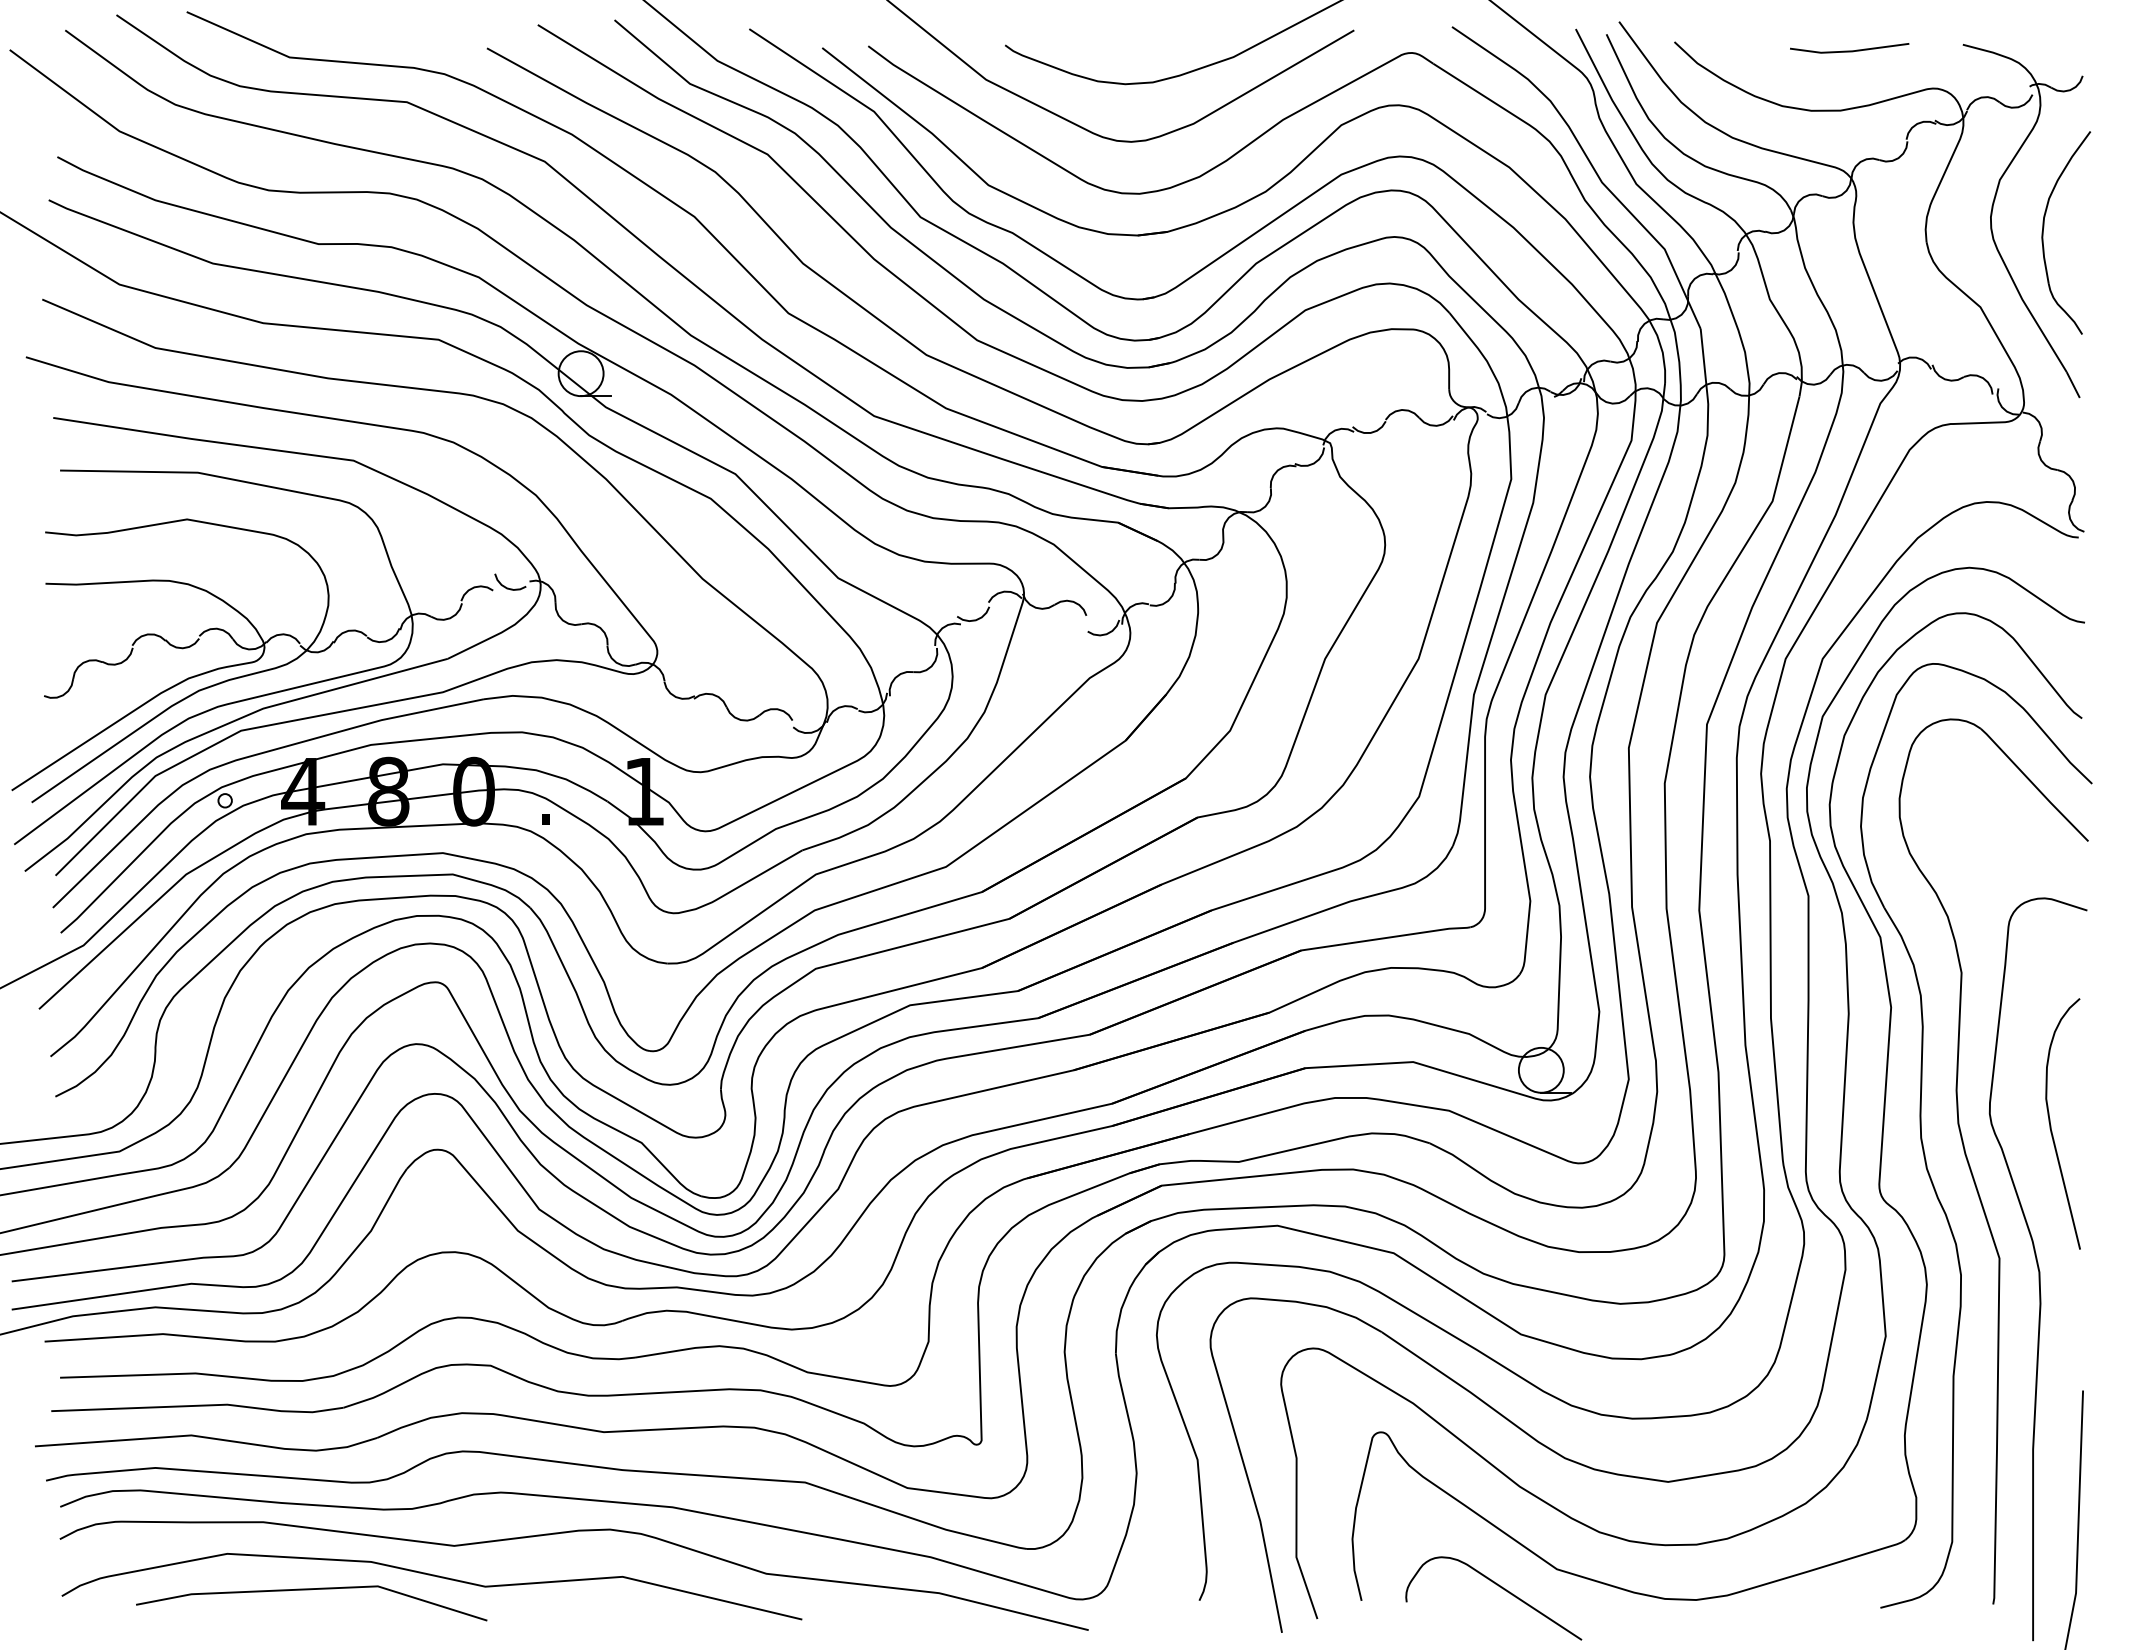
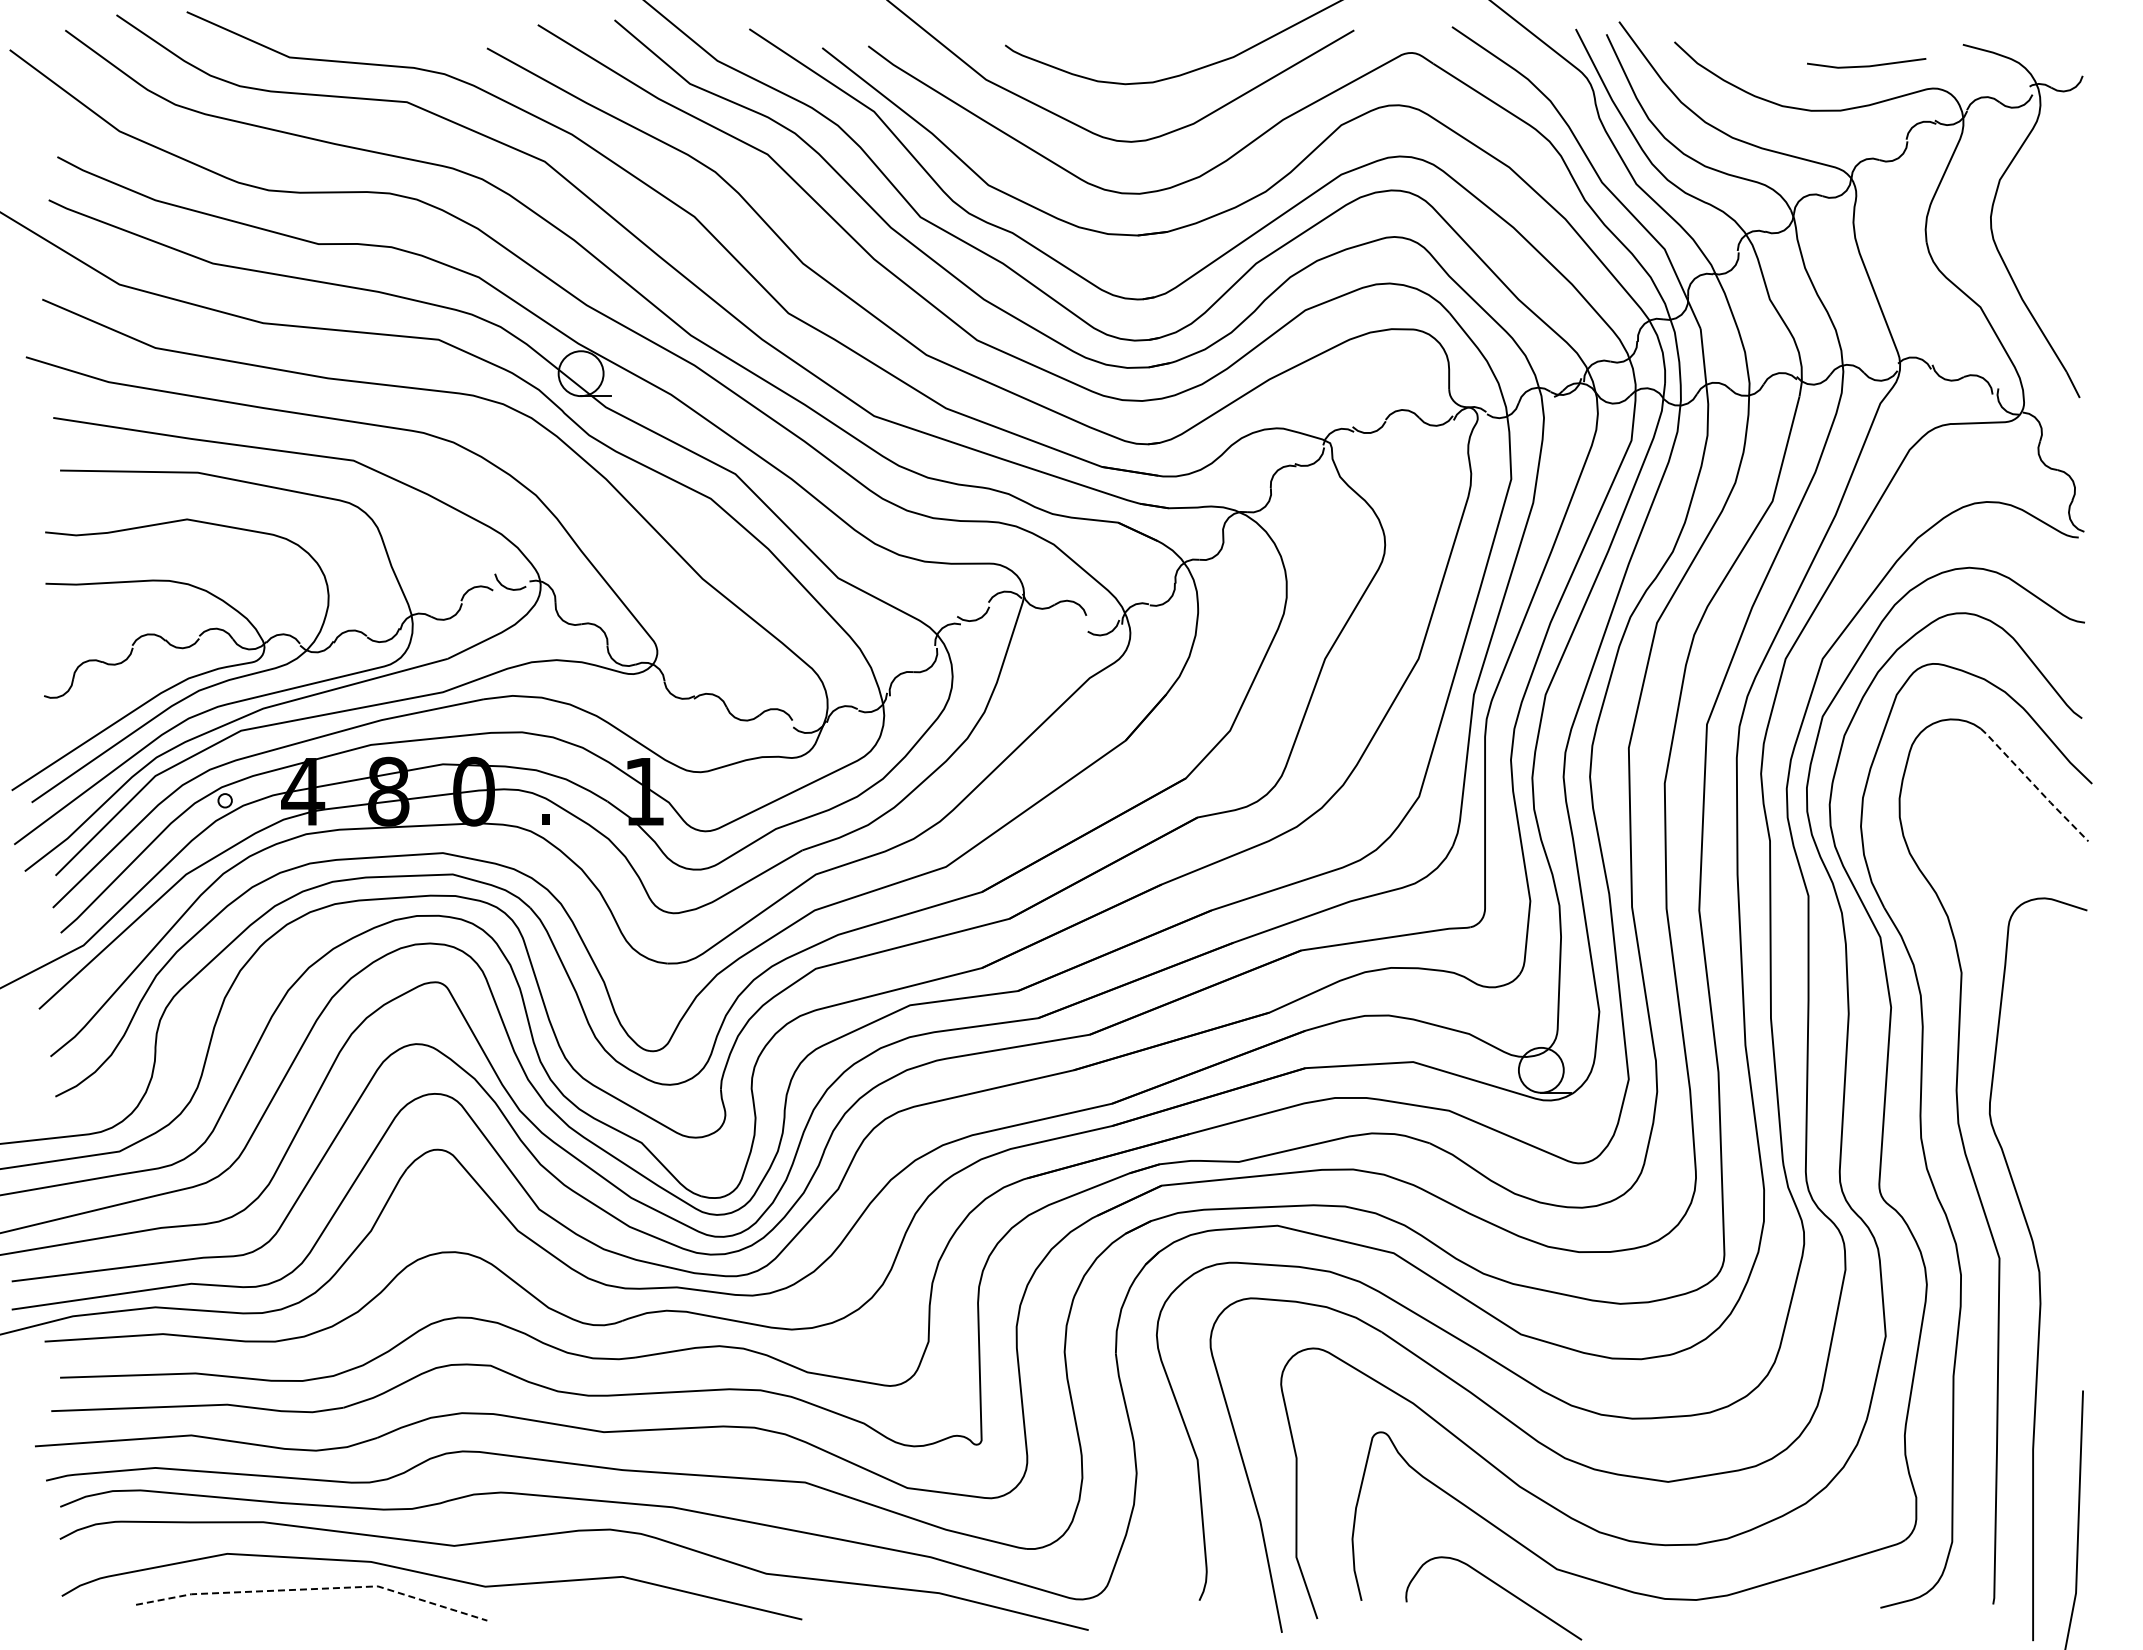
line at (1849, 50) position: (1849, 50) -> (1866, 65)
part at (2044, 227): present -> none
line at (2034, 785): solid -> dashed
curve at (2051, 1125): present -> none
line at (314, 1589): solid -> dashed
